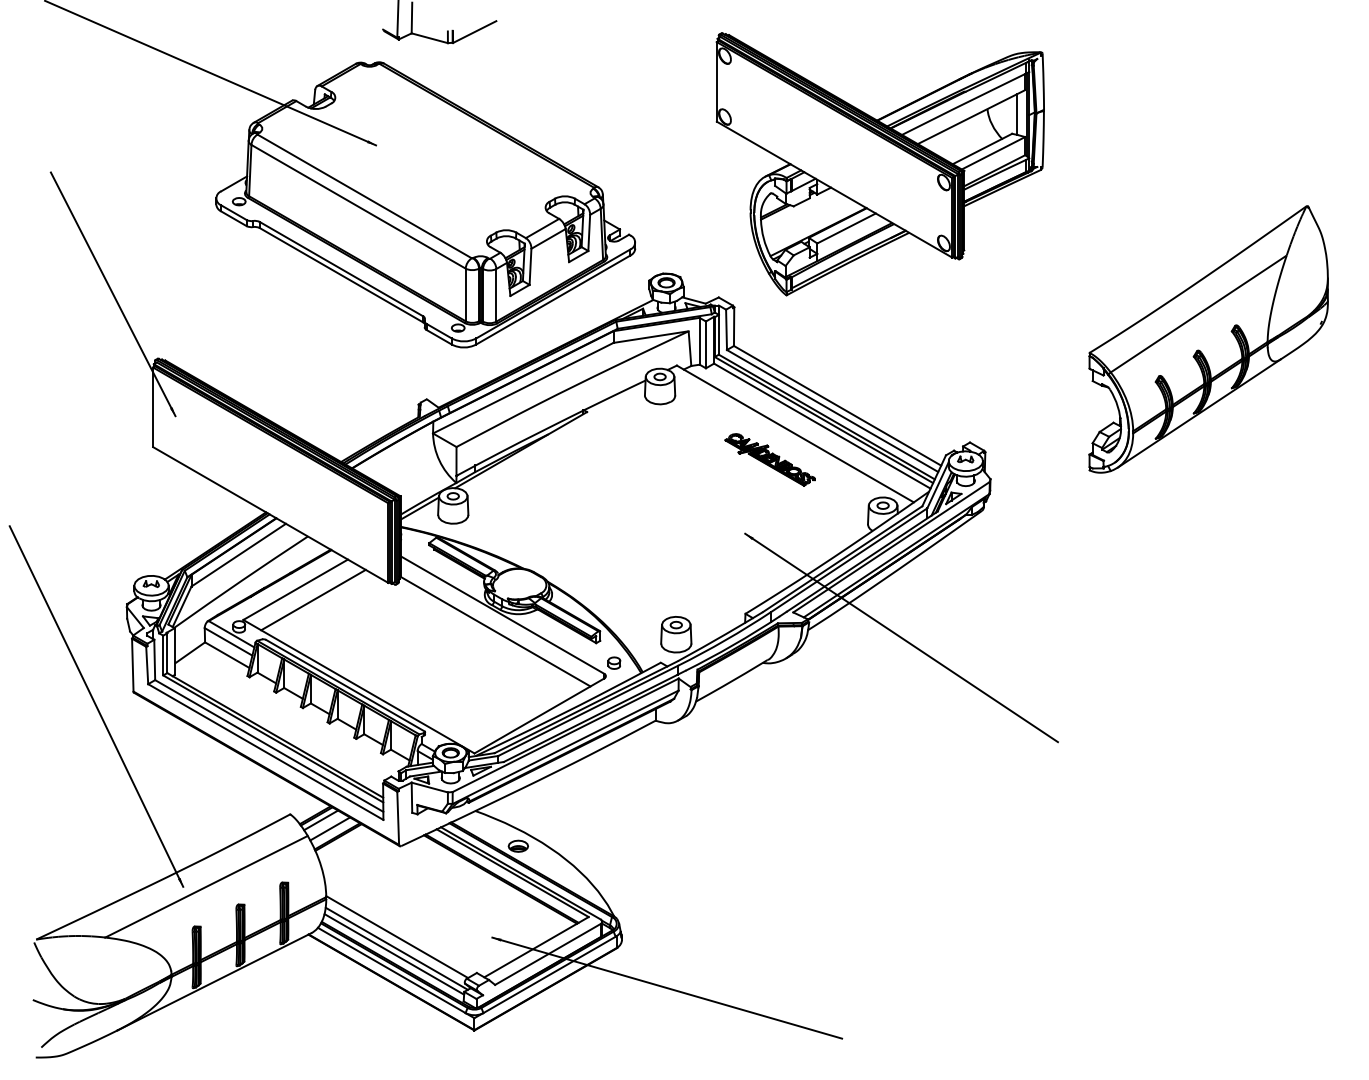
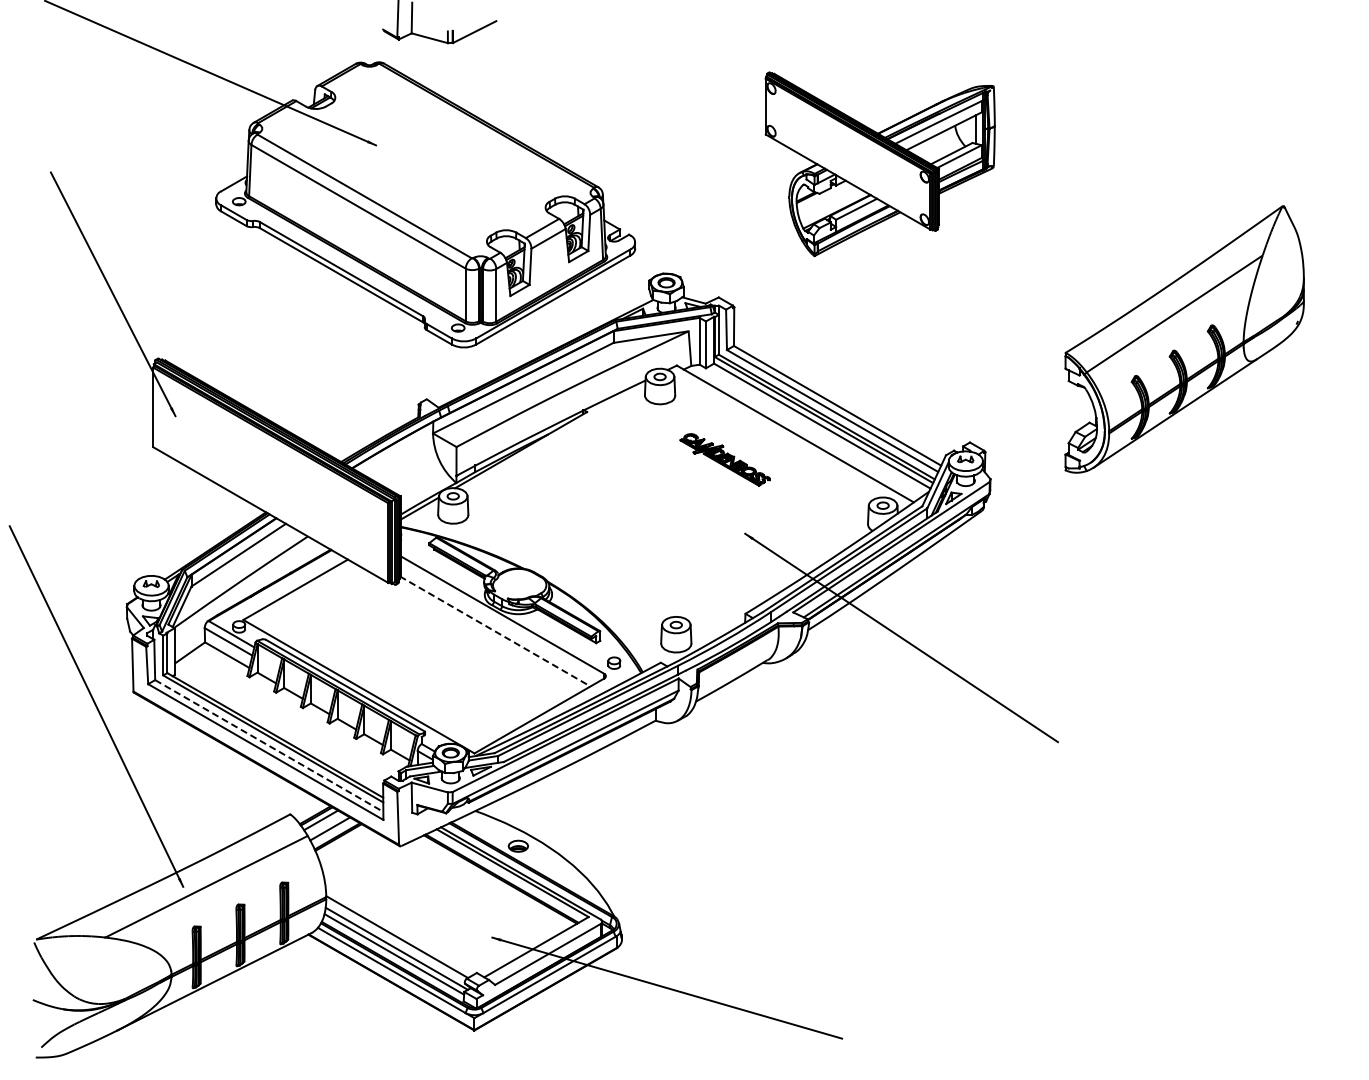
part at (879, 164) size: 330x265 px -> 232x187 px
part at (1208, 339) position: (1208, 339) -> (1184, 339)
part at (769, 459) position: (769, 459) -> (724, 459)
line at (313, 599): present -> none
line at (495, 631): solid -> dashed
line at (269, 745): solid -> dashed
